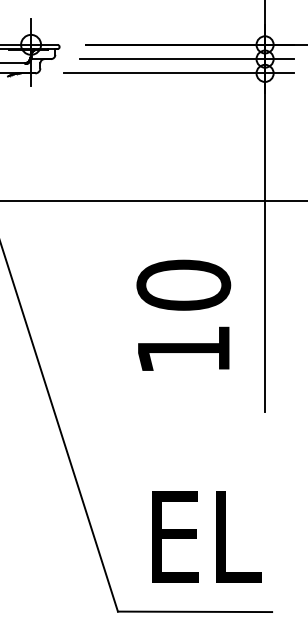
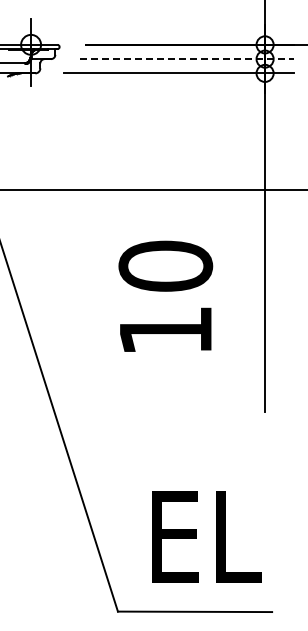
line at (187, 59): solid -> dashed
line at (153, 201) position: (153, 201) -> (153, 190)
text at (183, 314) position: (183, 314) -> (165, 295)
